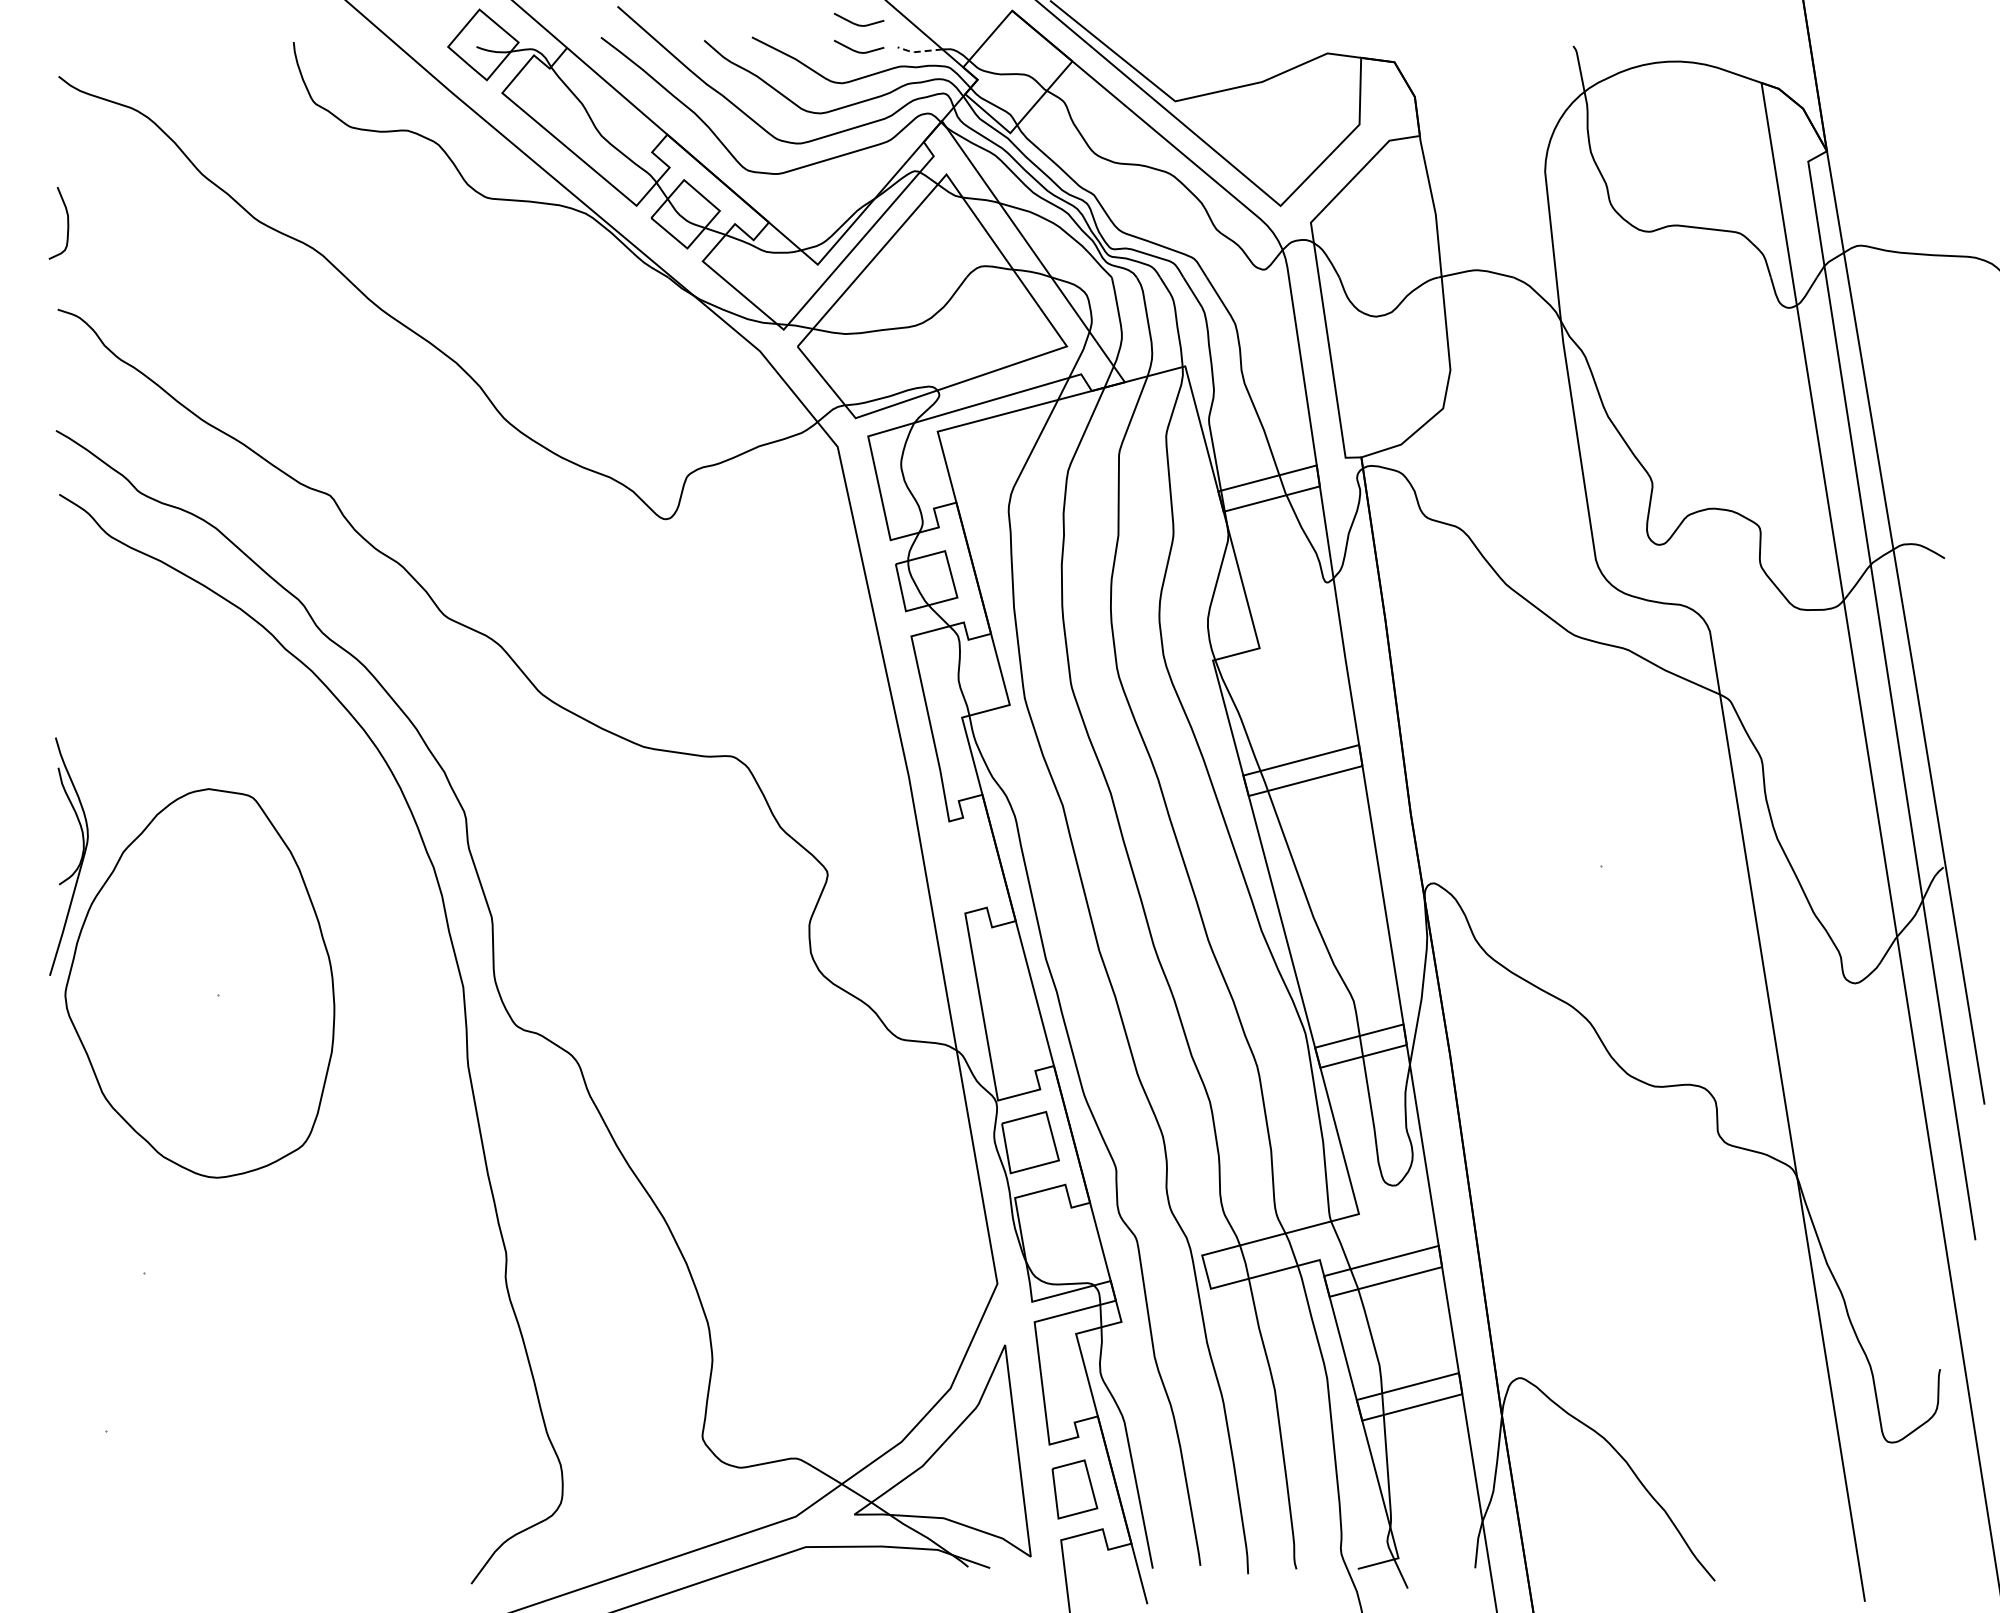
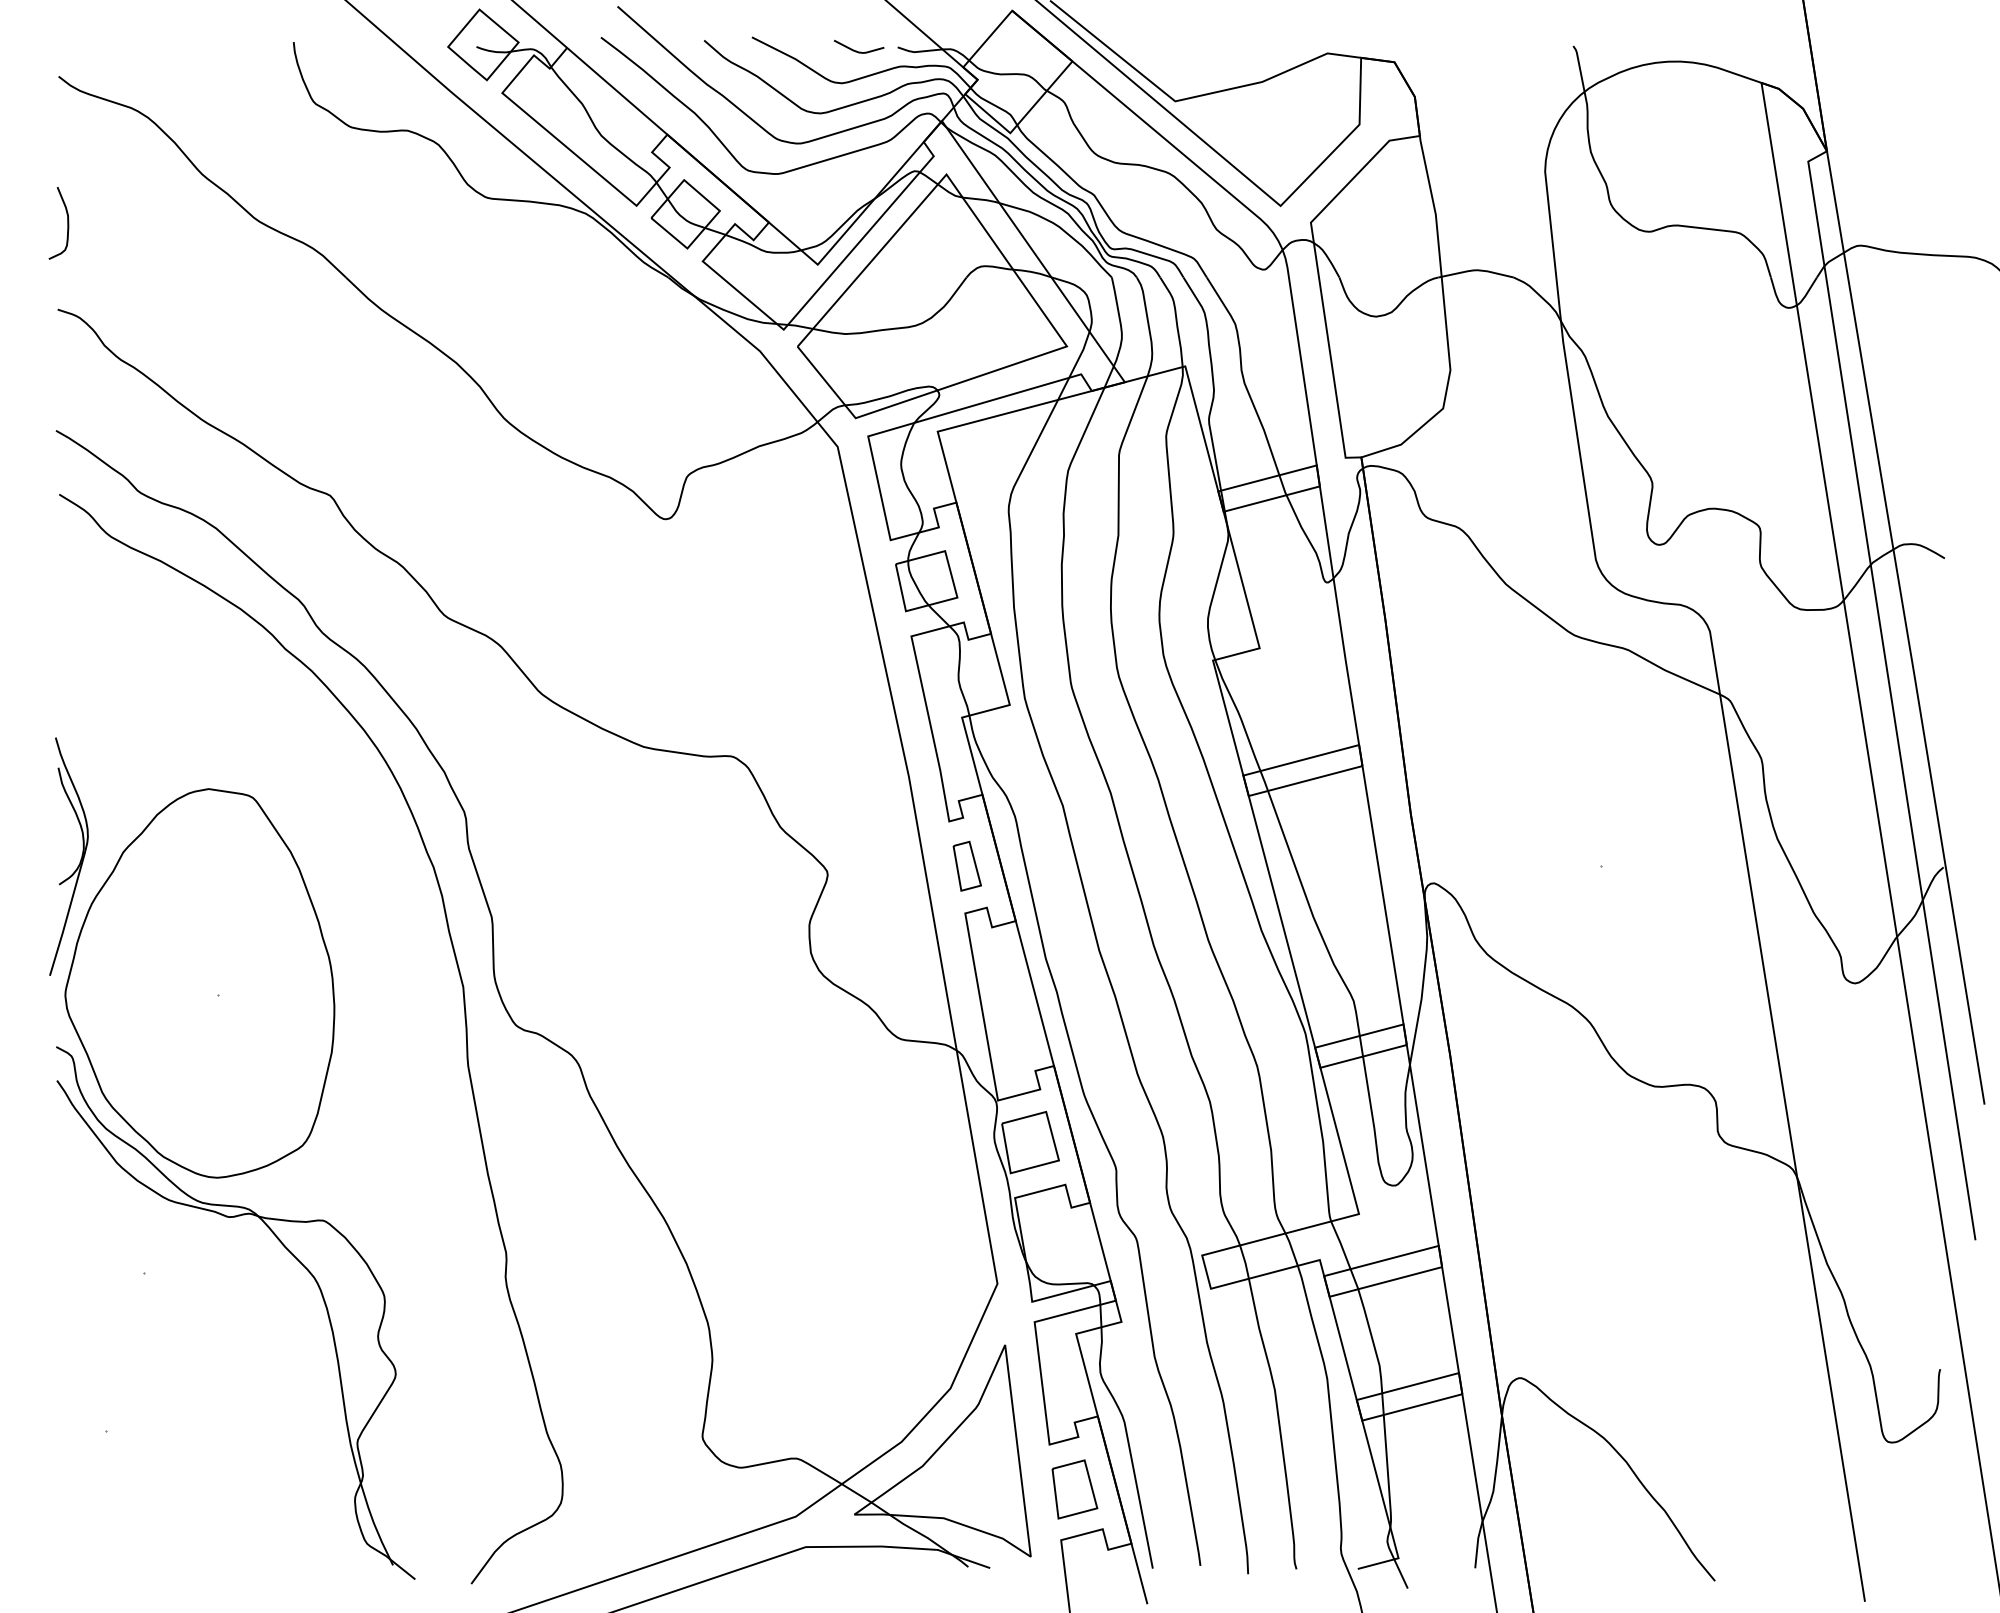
curve at (856, 23): present -> none
line at (918, 51): dashed -> solid
part at (966, 865): none -> present
part at (292, 1255): none -> present
